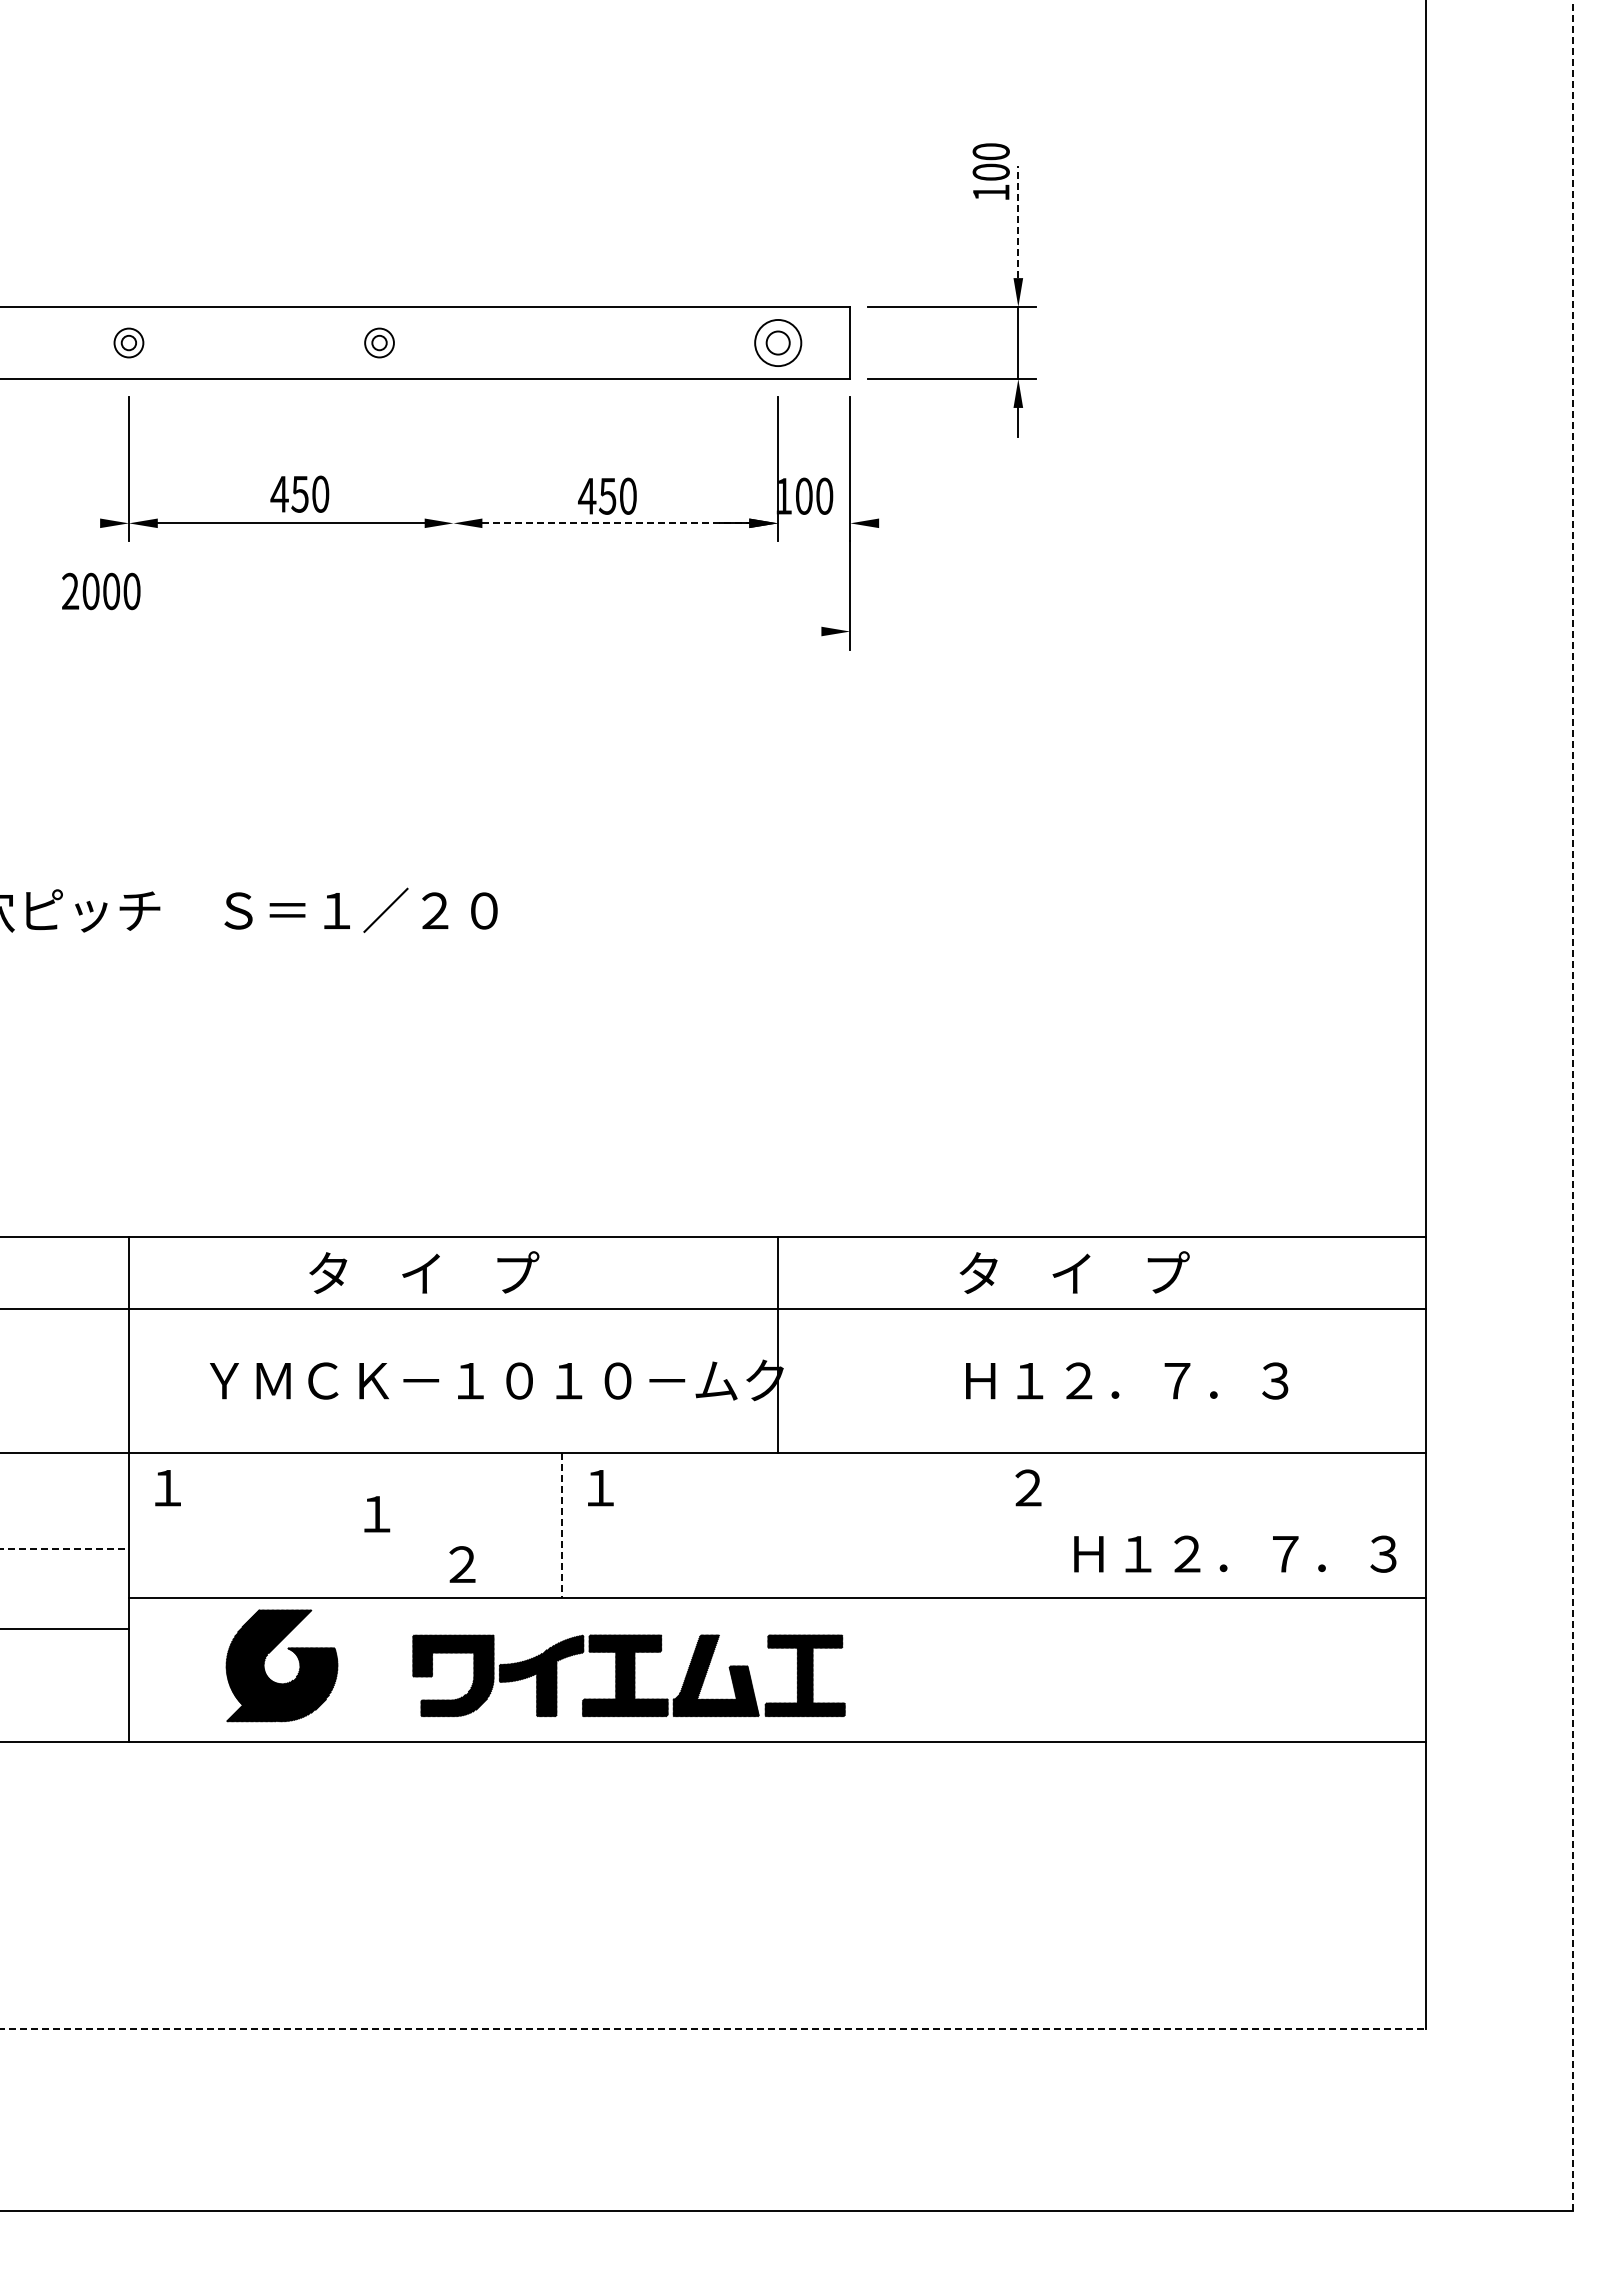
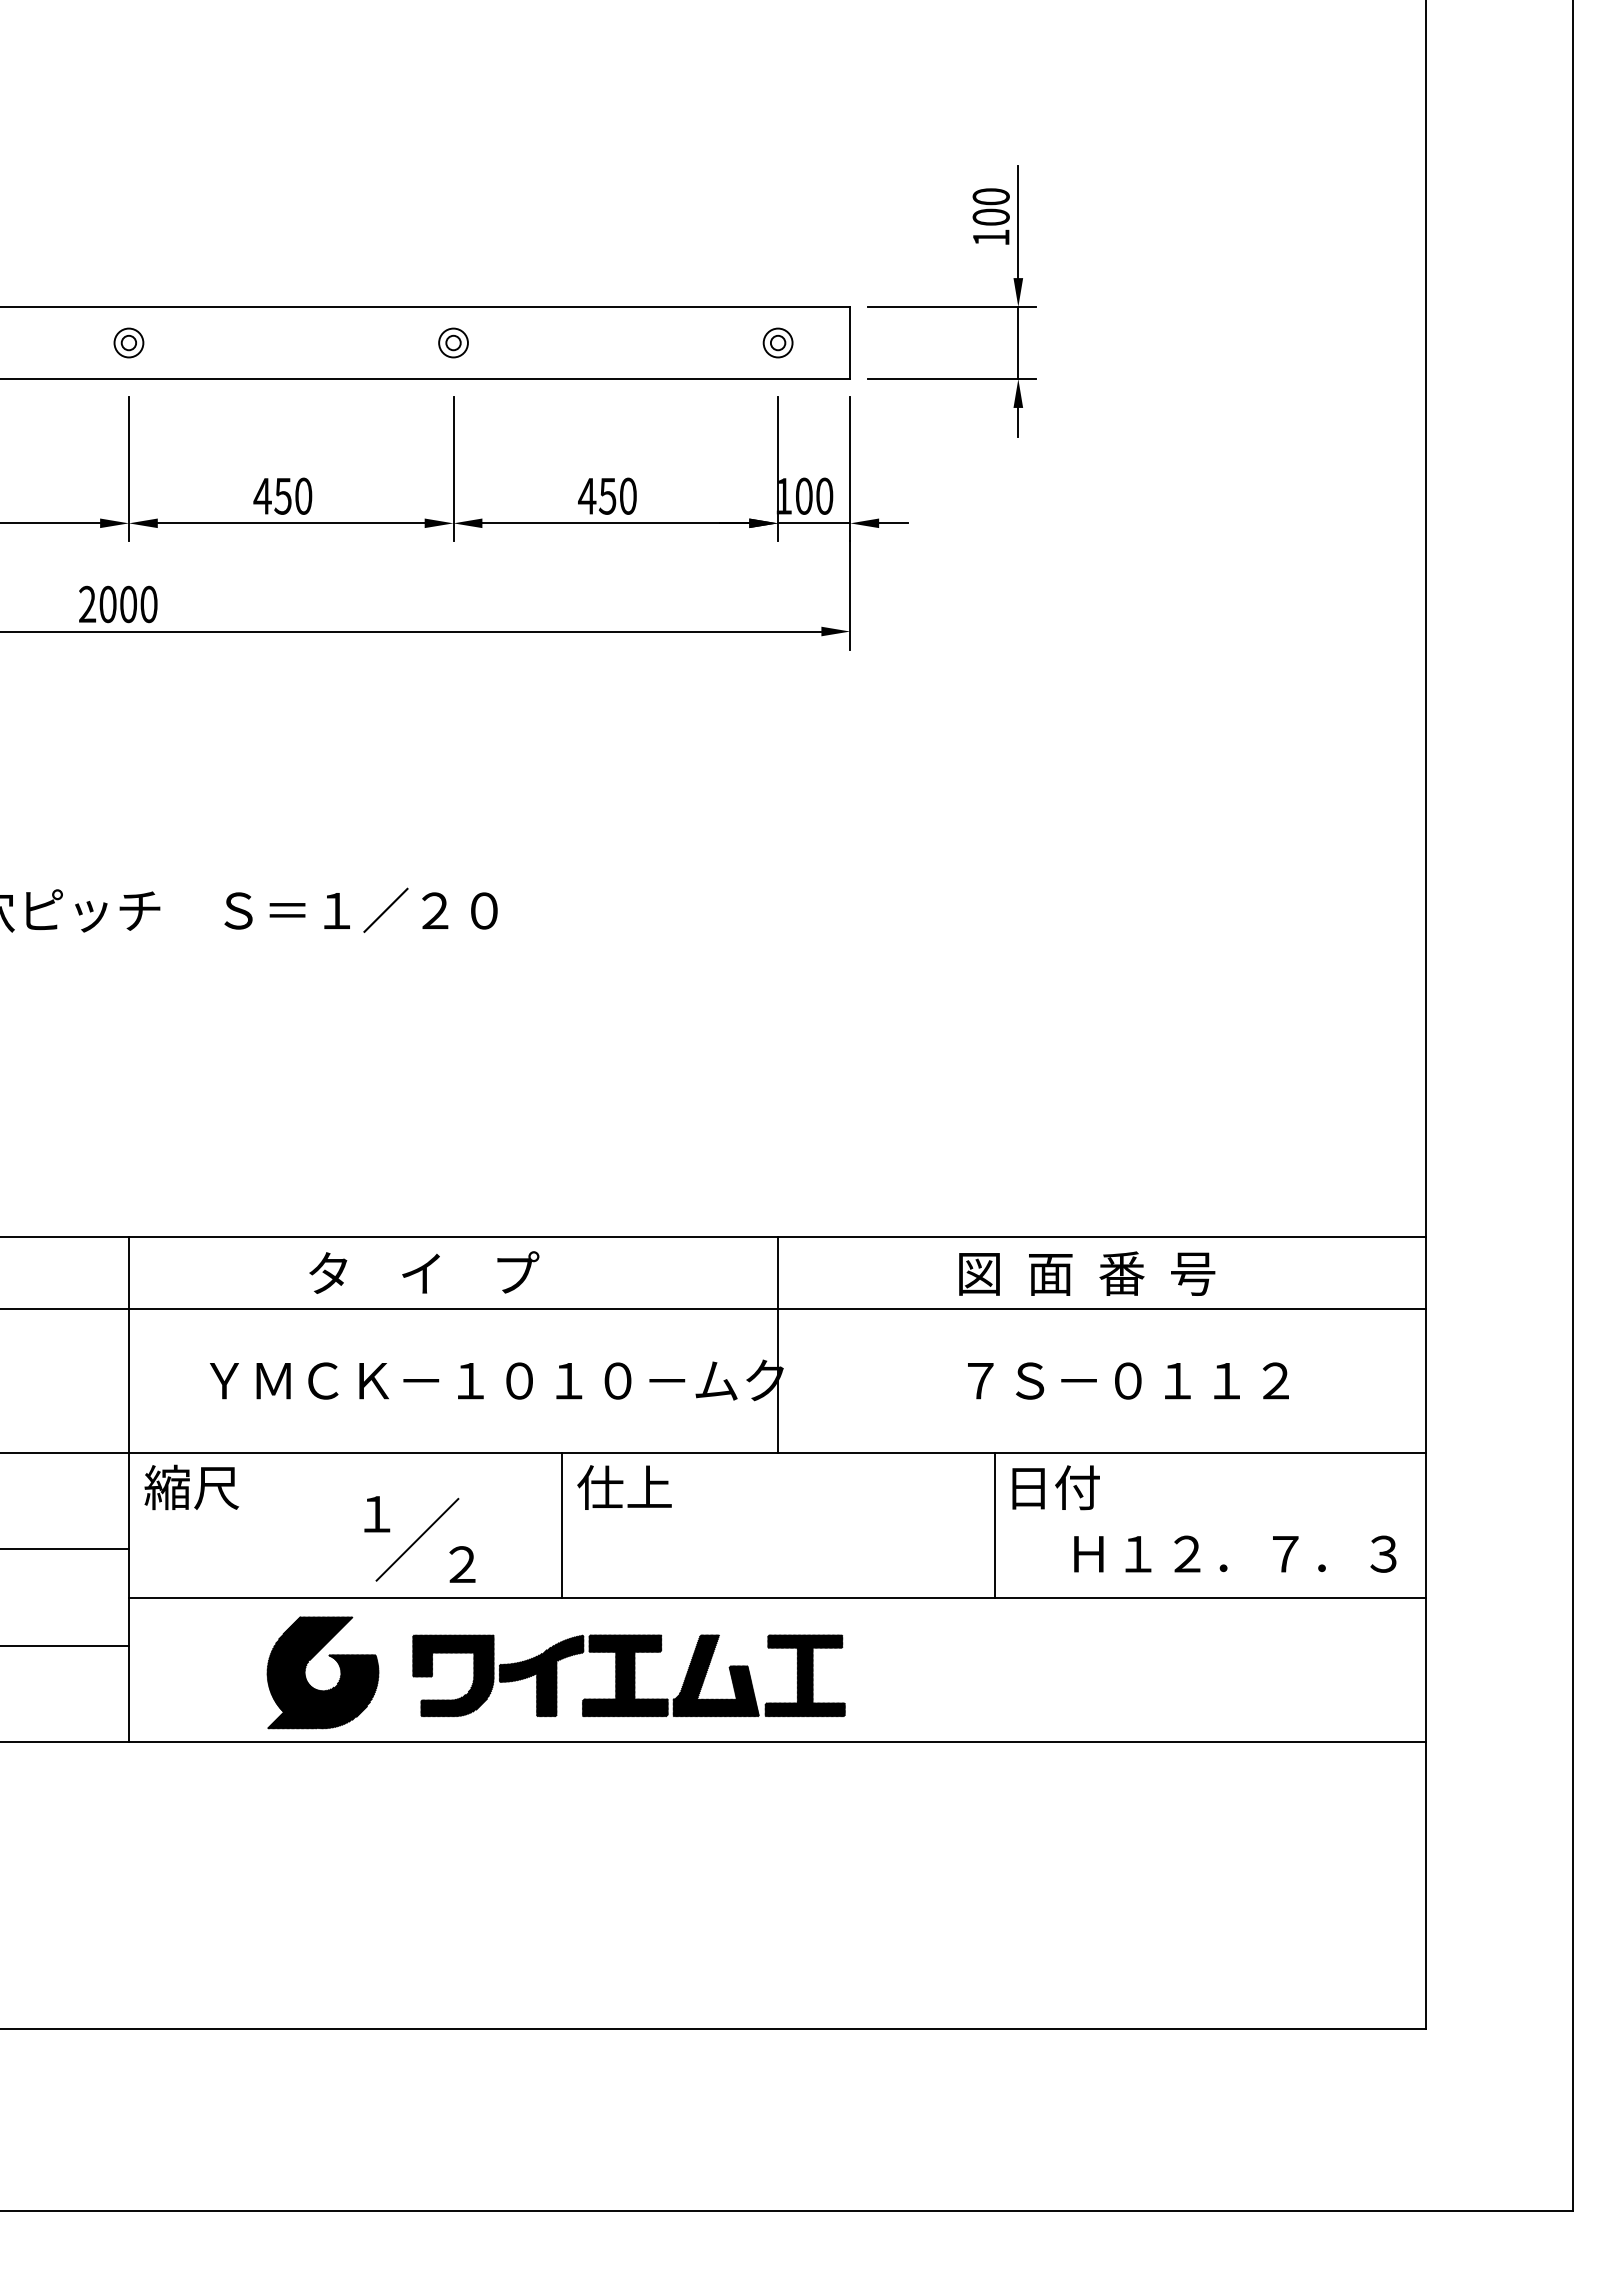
text at (990, 171) position: (990, 171) -> (990, 216)
line at (1018, 221): dashed -> solid
part at (379, 342) position: (379, 342) -> (453, 342)
part at (778, 342) size: 49x48 px -> 32x32 px
line at (453, 469): none -> present
text at (299, 493) position: (299, 493) -> (282, 495)
line at (51, 523): none -> present
line at (616, 523): dashed -> solid
line at (814, 523): none -> present
line at (893, 523): none -> present
text at (101, 591) position: (101, 591) -> (118, 604)
line at (411, 631): none -> present
line at (1573, 1105): dashed -> solid
text at (1087, 1273): タ    イ    プ -> 図  面  番  号
text at (1127, 1380): Ｈ１２．７．３ -> ７Ｓ－０１１２
text at (191, 1487): １ -> 縮尺
text at (624, 1487): １ -> 仕上
text at (1055, 1487): ２ -> 日付
line at (561, 1525): dashed -> solid
line at (994, 1525): none -> present
line at (417, 1539): none -> present
line at (65, 1549): dashed -> solid
line at (65, 1628) position: (65, 1628) -> (65, 1645)
part at (266, 1658) position: (266, 1658) -> (307, 1665)
line at (712, 2028): dashed -> solid
